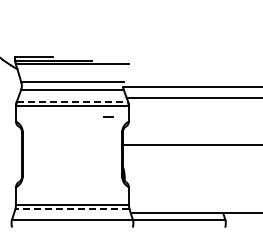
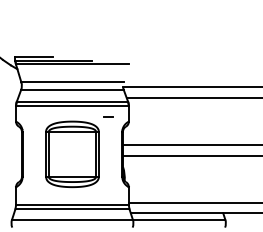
line at (72, 101): dashed -> solid
part at (72, 154): none -> present
line at (191, 155): none -> present
line at (193, 202): none -> present
line at (72, 209): dashed -> solid
